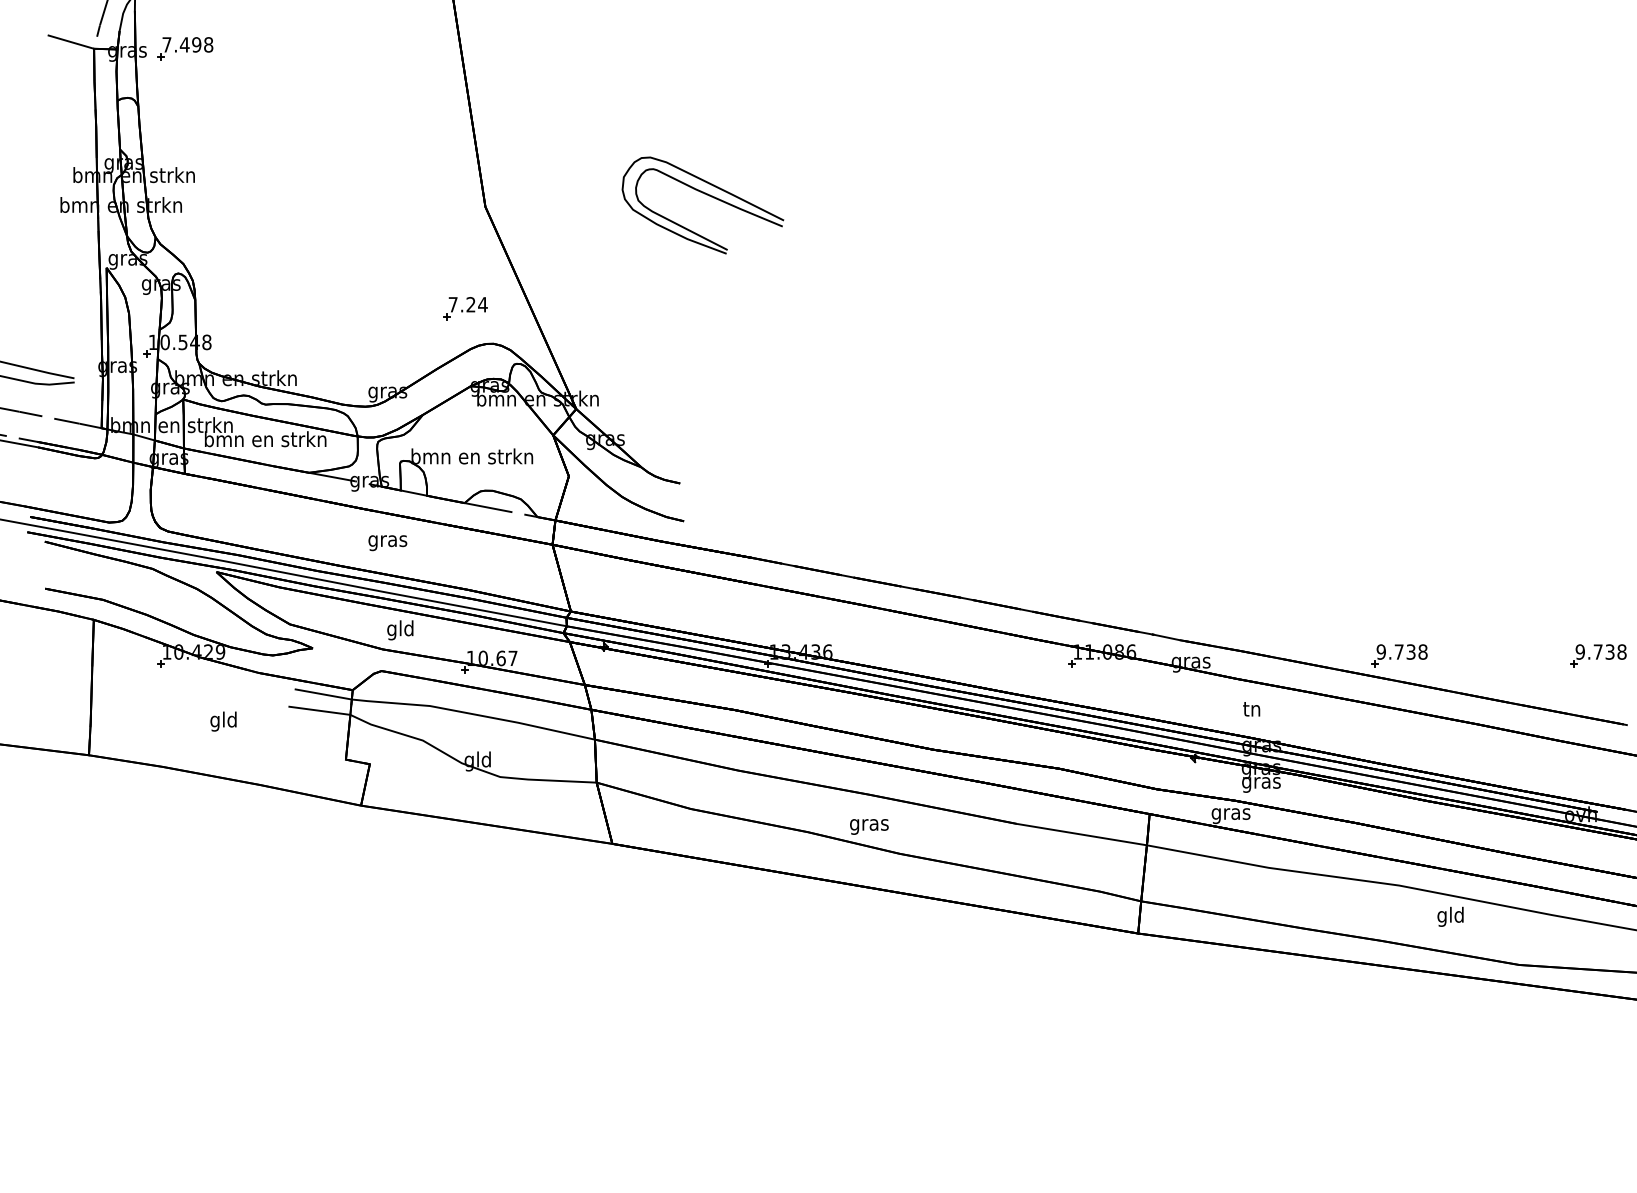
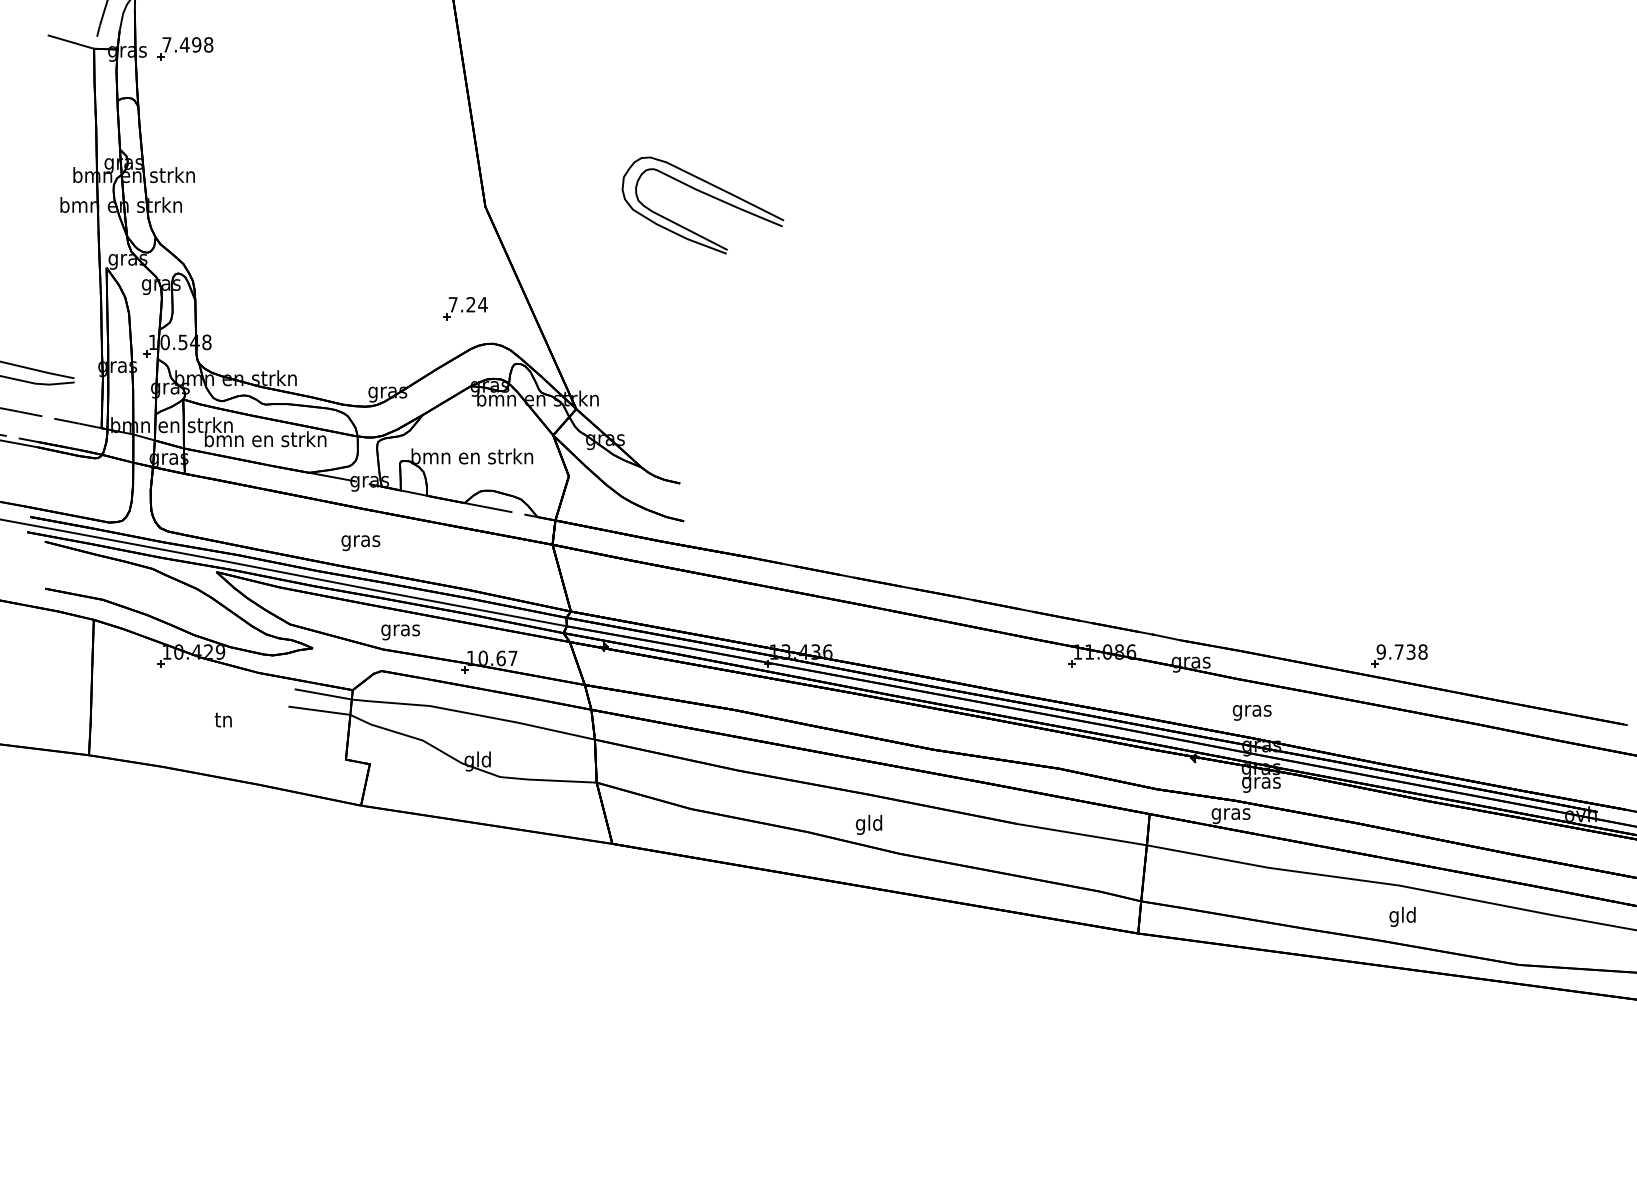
text at (387, 543) position: (387, 543) -> (360, 543)
text at (400, 630): gld -> gras
part at (1598, 655): present -> none
text at (1251, 711): tn -> gras
text at (223, 721): gld -> tn
text at (869, 824): gras -> gld
text at (1450, 916) position: (1450, 916) -> (1402, 916)
